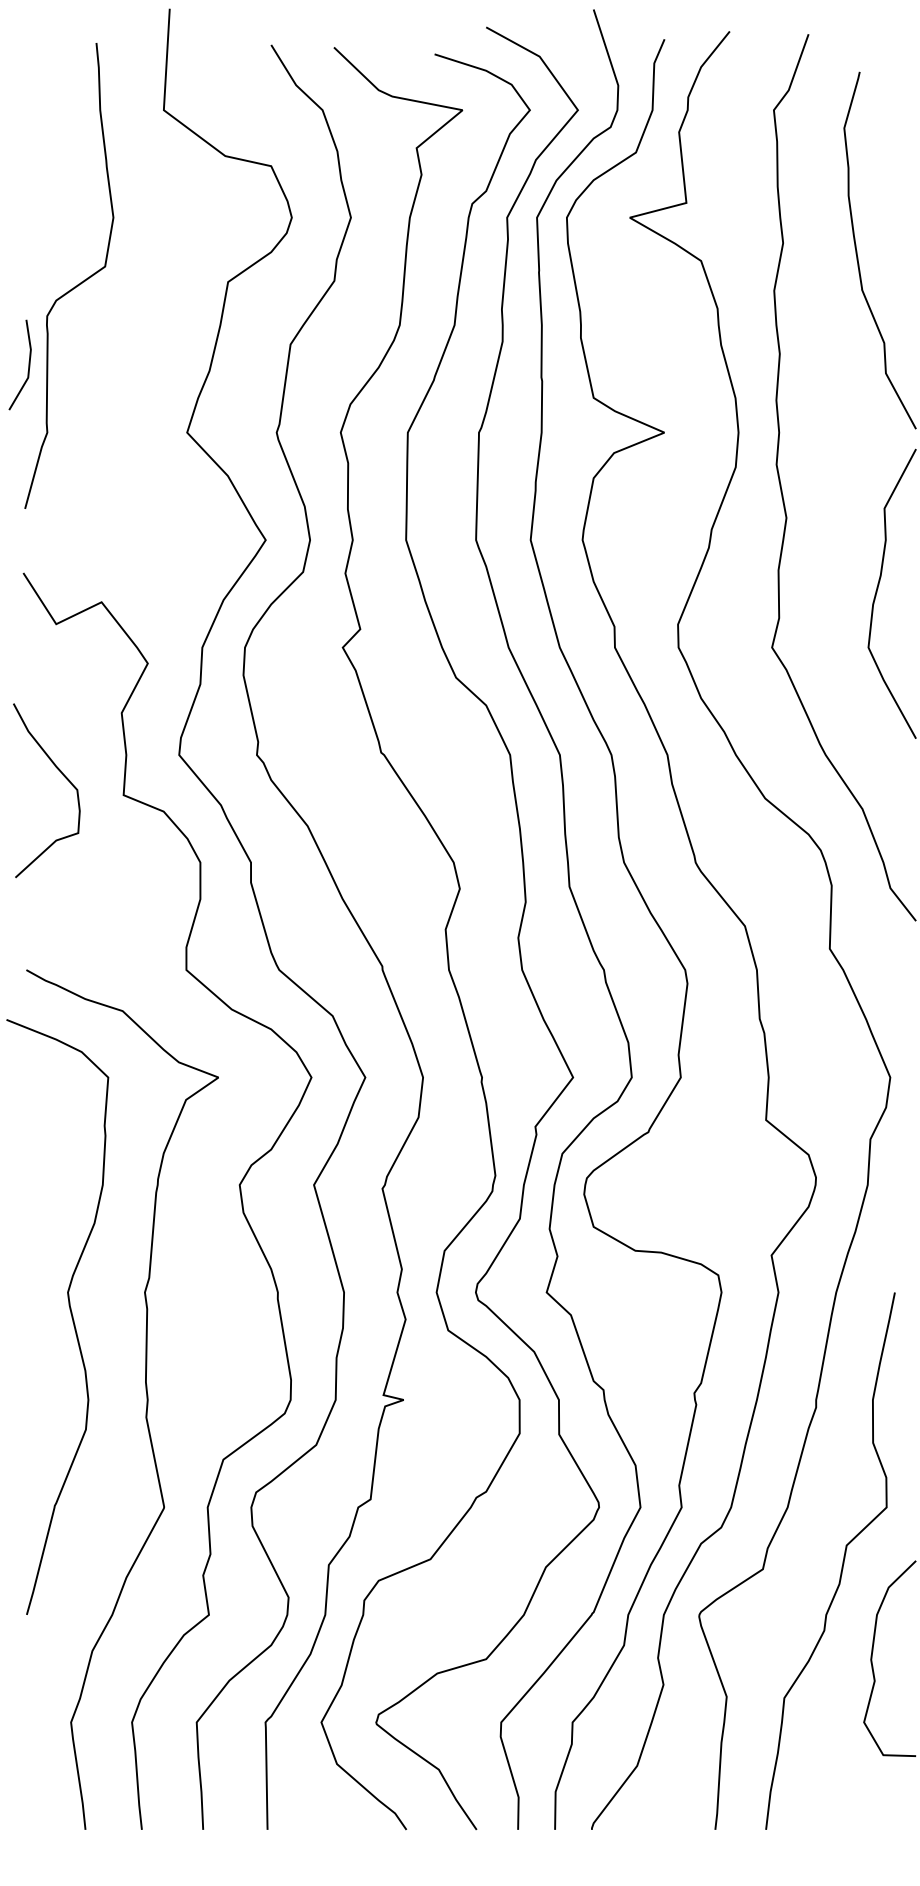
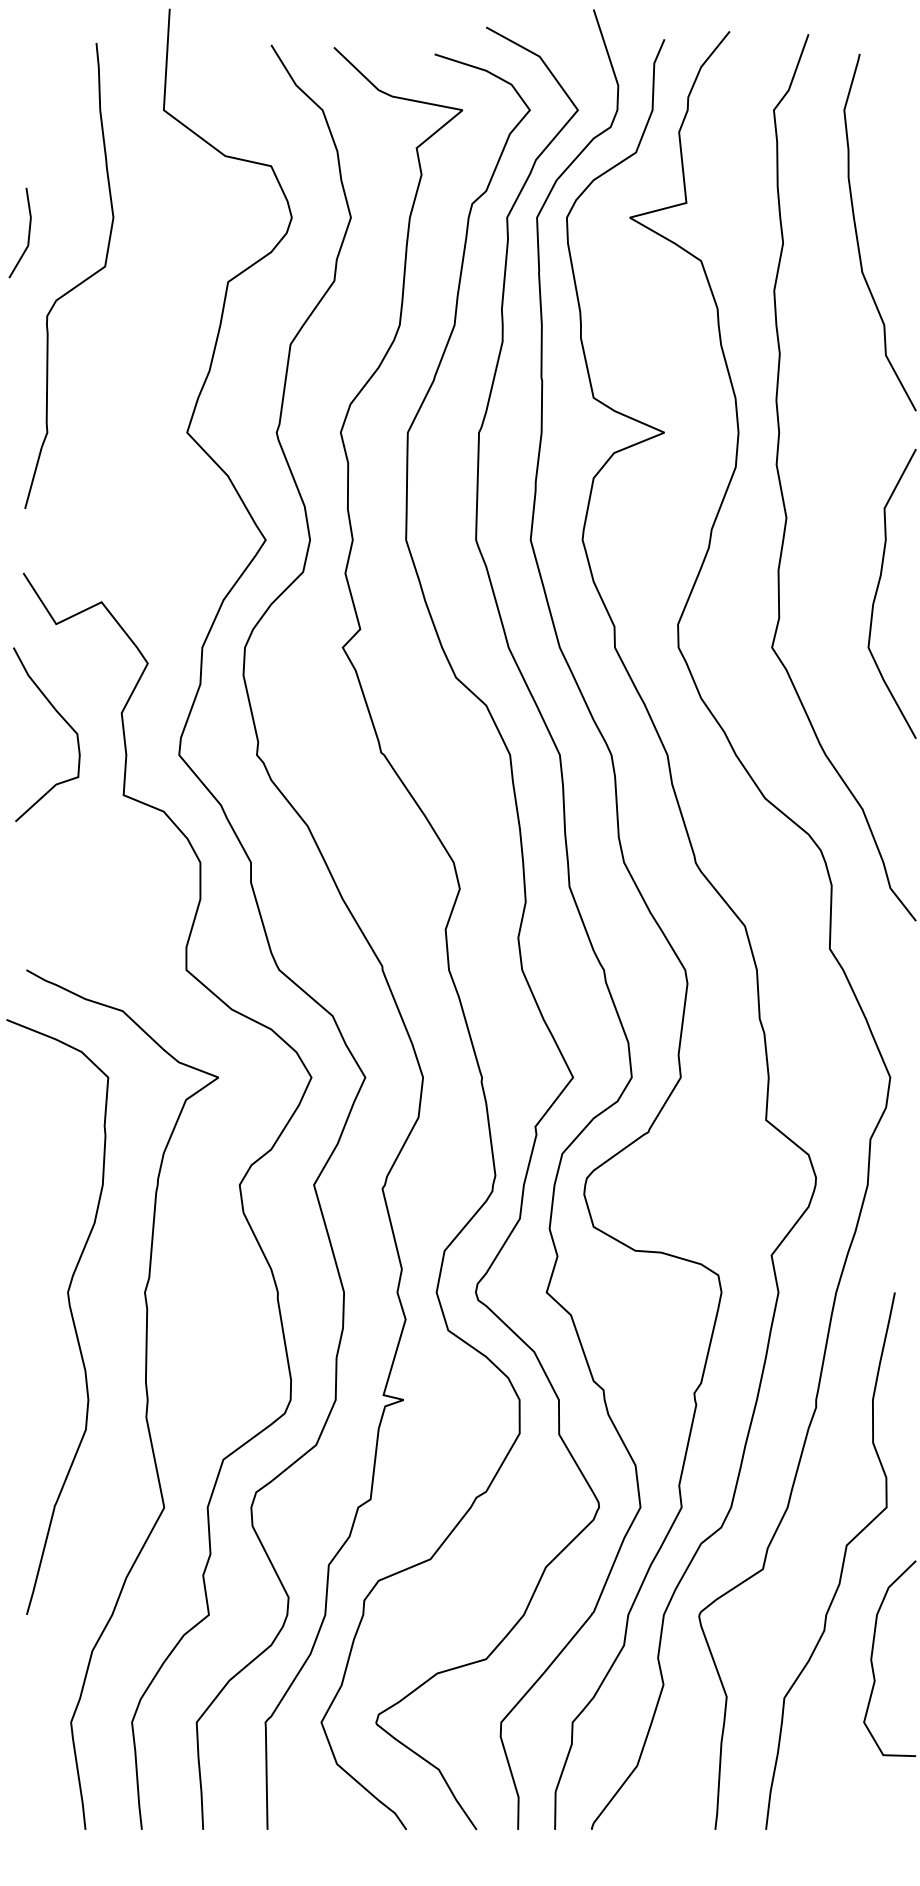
curve at (857, 250) position: (857, 250) -> (857, 232)
line at (28, 364) position: (28, 364) -> (28, 232)
curve at (63, 776) position: (63, 776) -> (63, 720)
